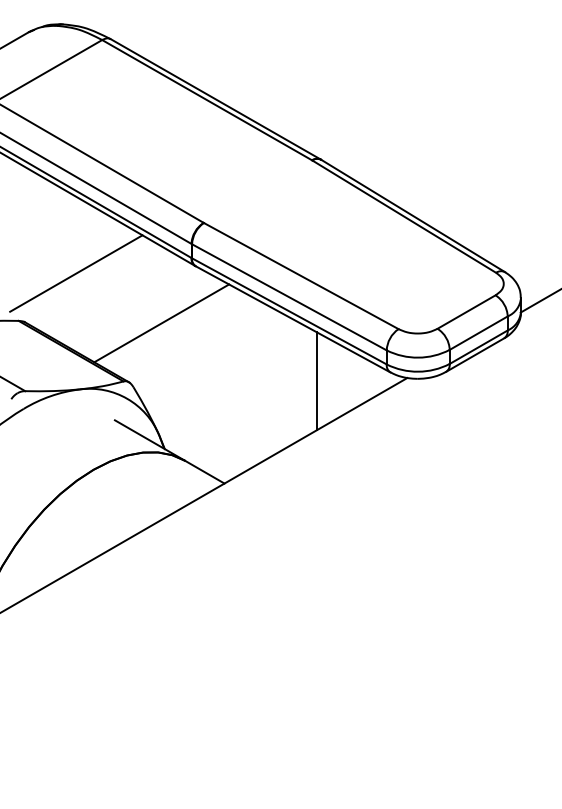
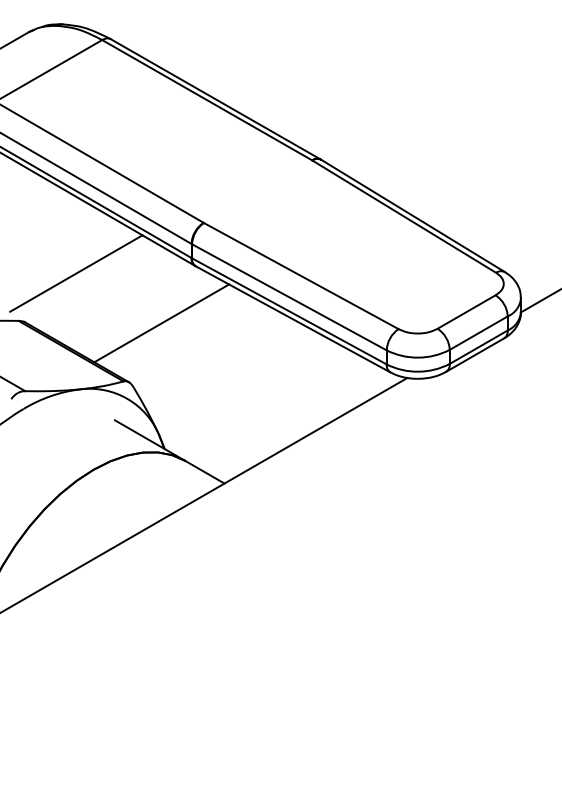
line at (317, 381): present -> none
